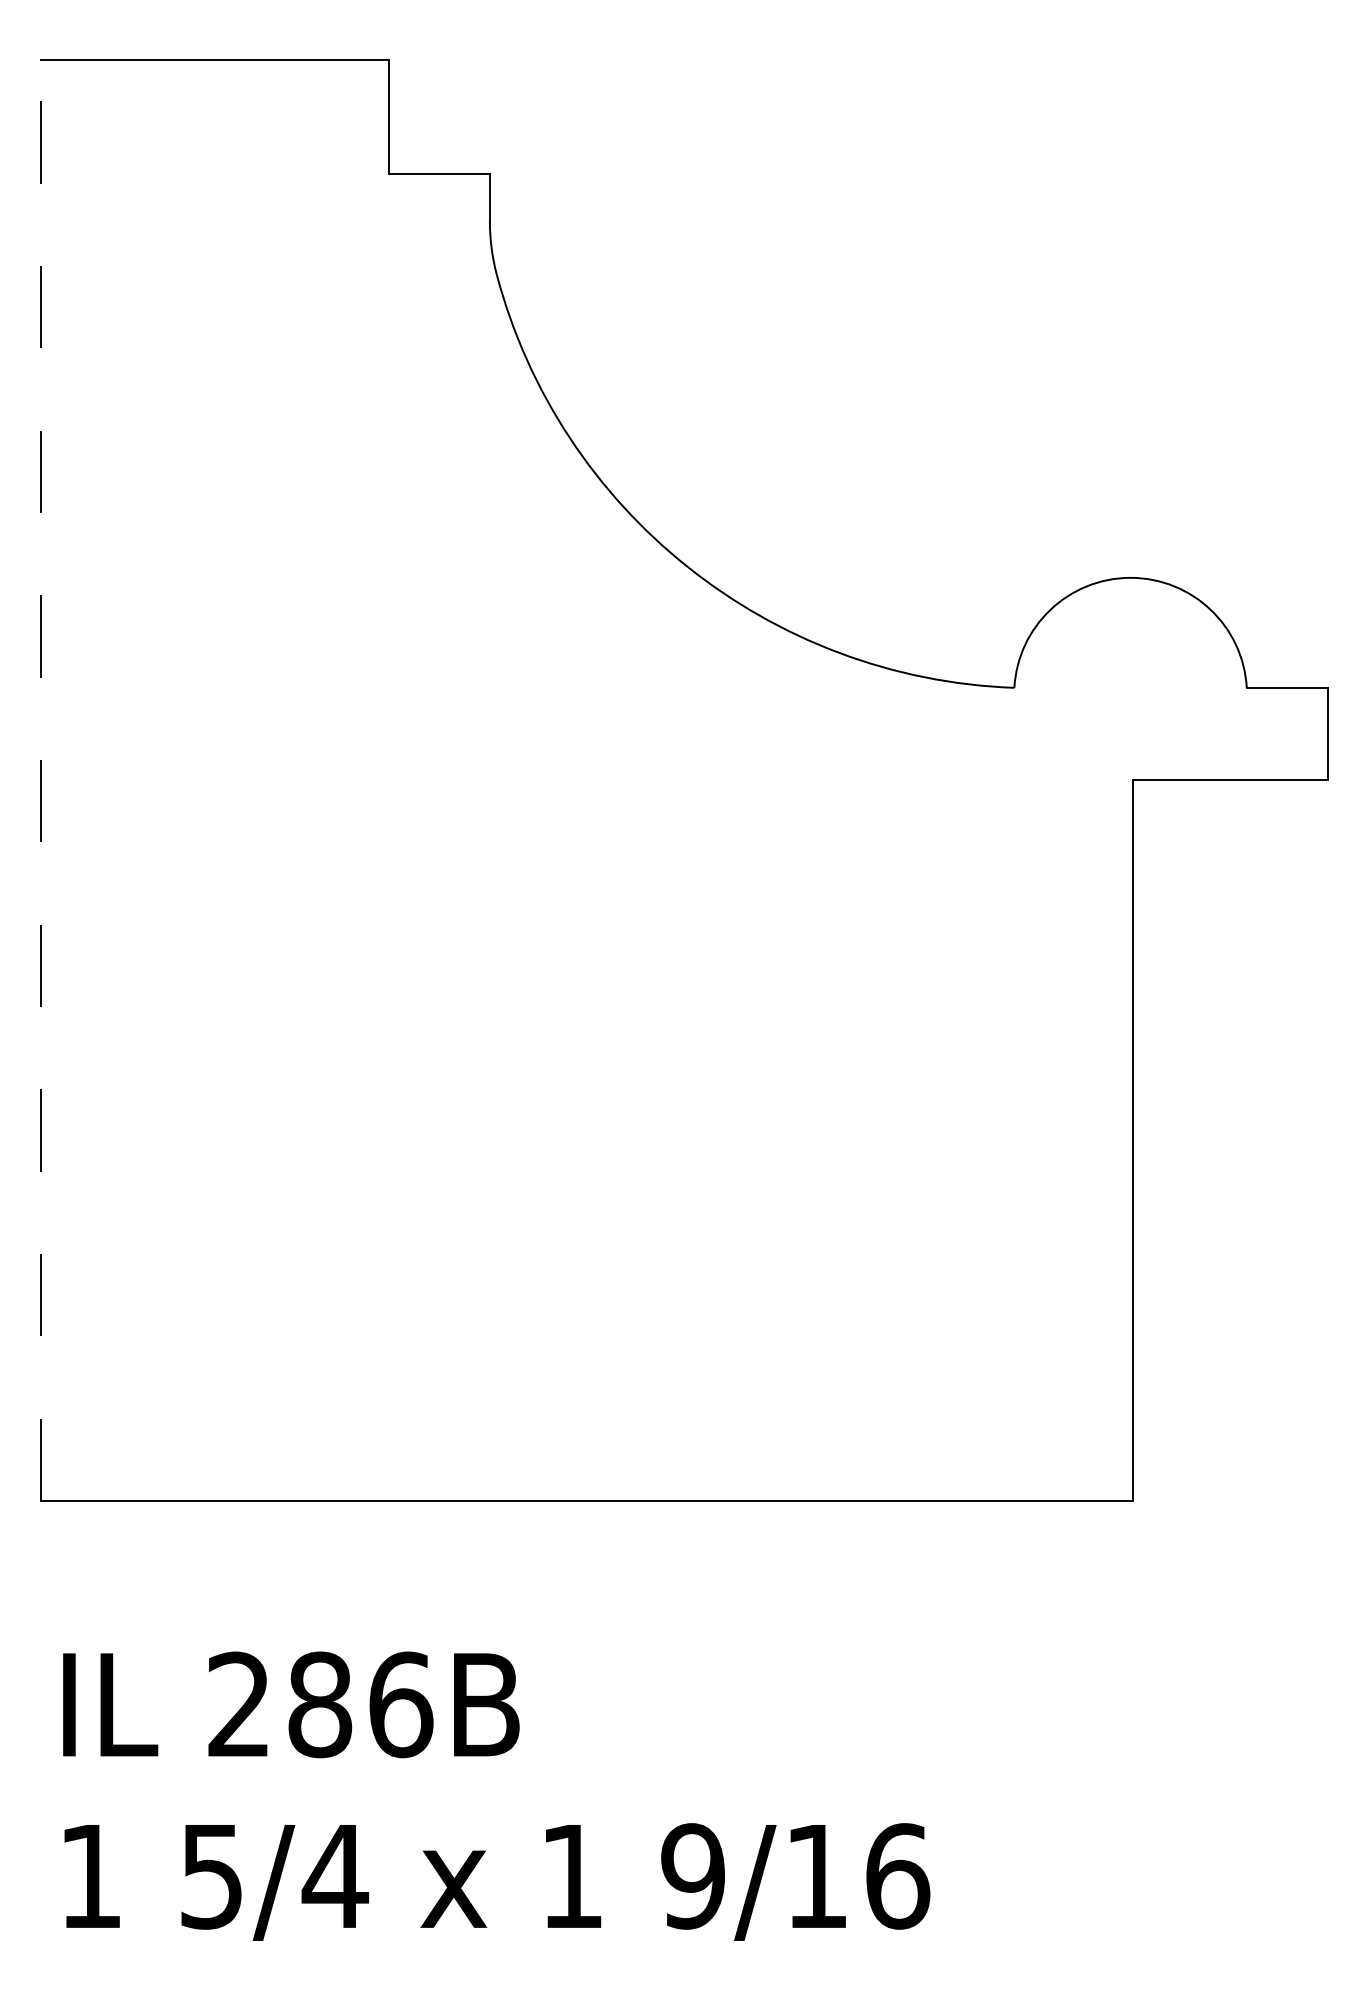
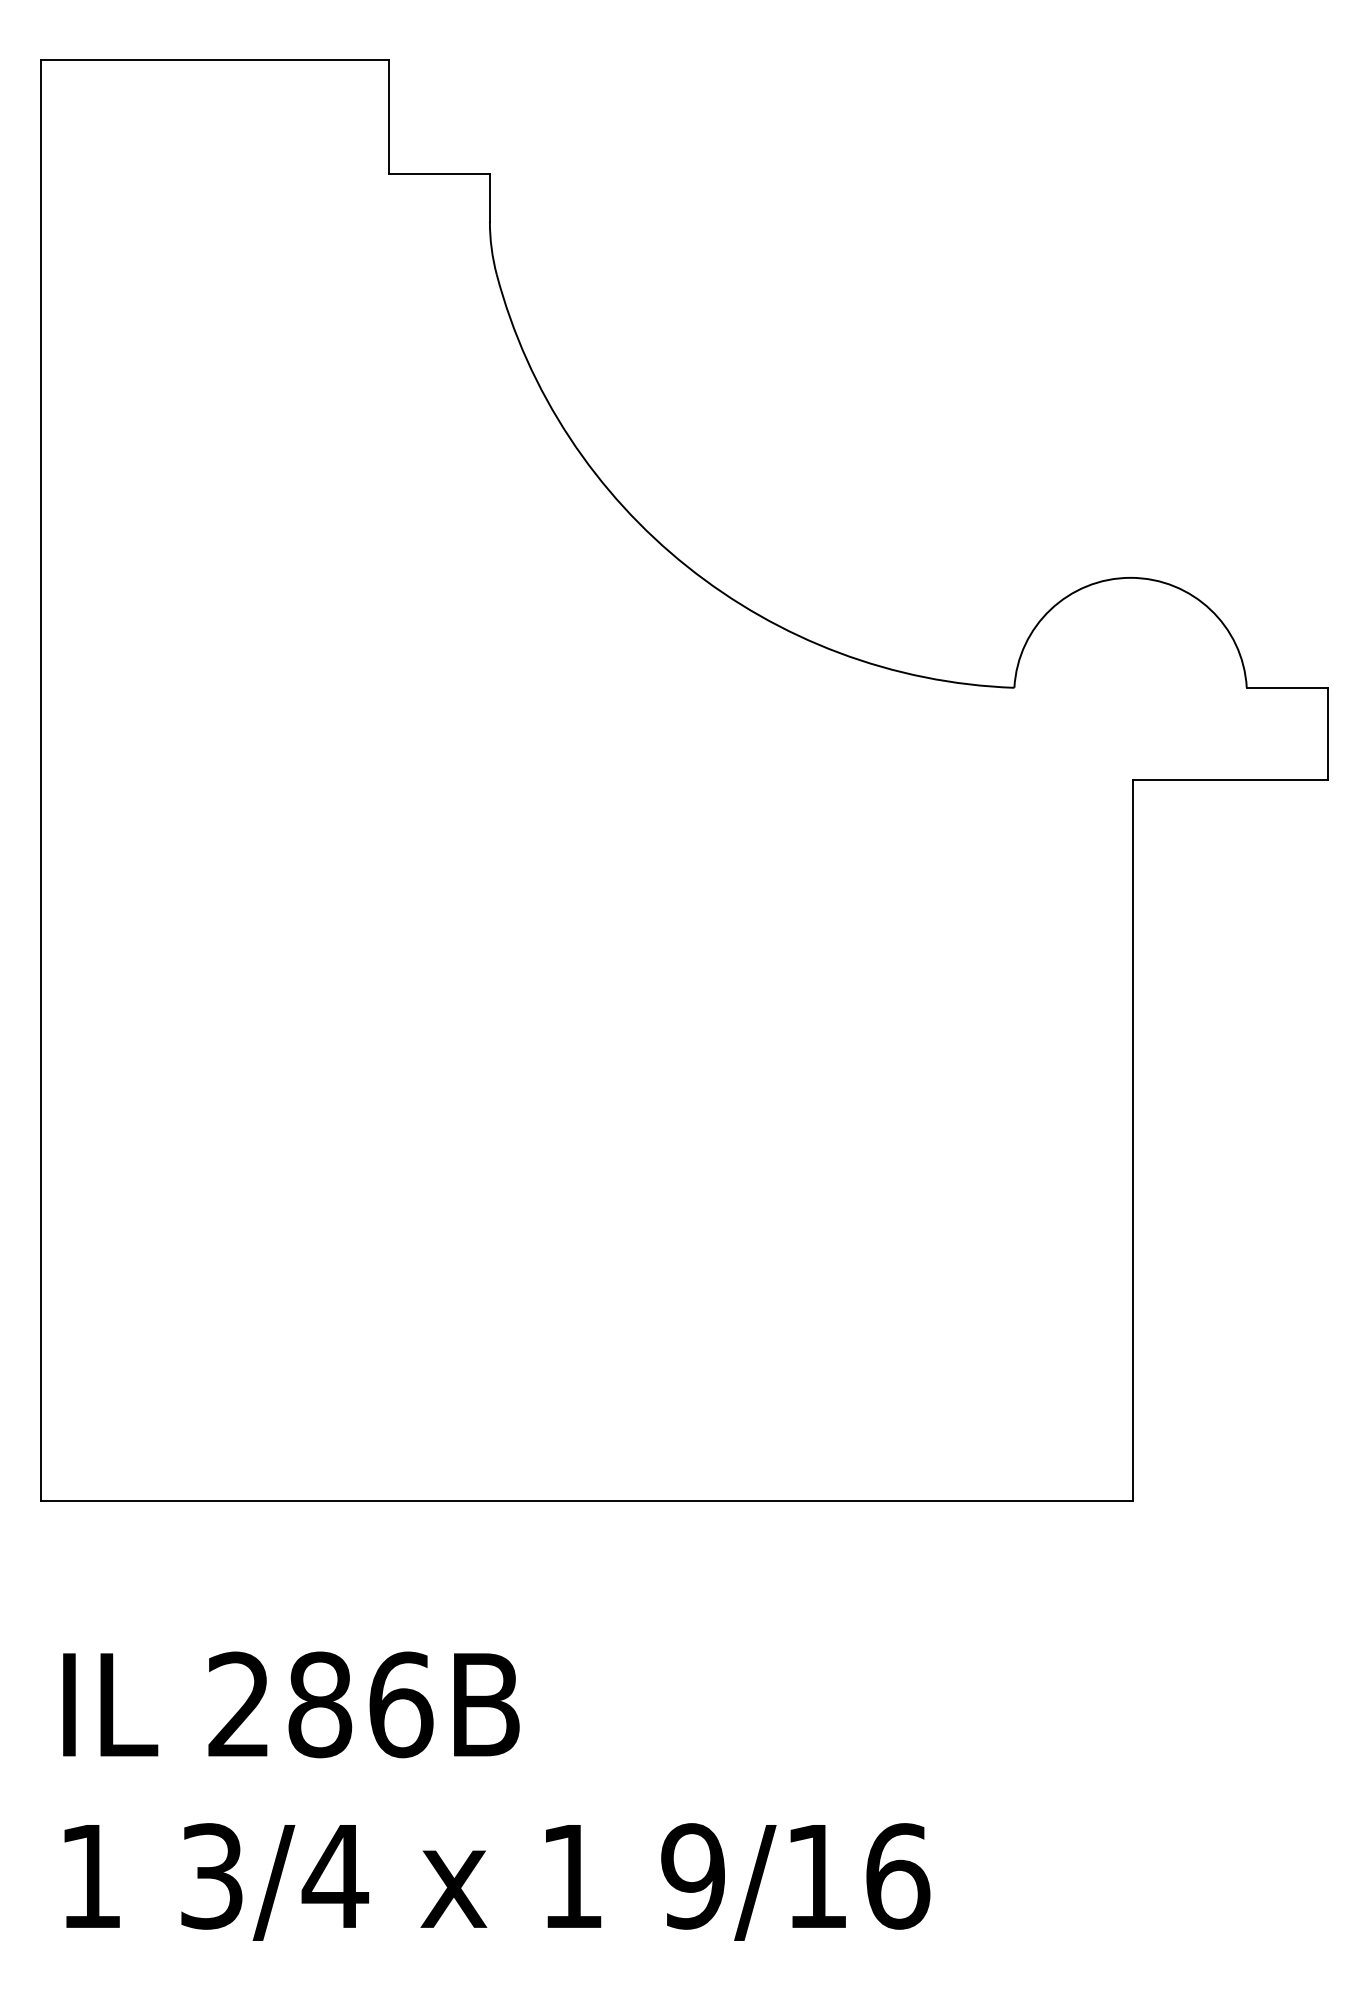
line at (41, 779): dashed -> solid
text at (211, 1876): 5/4 -> 3/4
